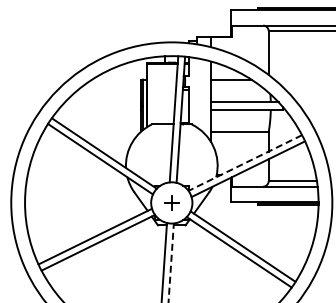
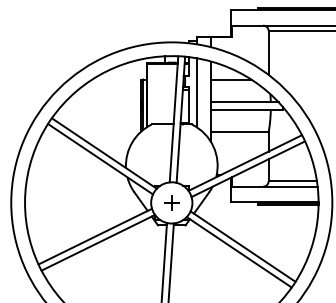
line at (197, 92): none -> present
line at (244, 163): dashed -> solid
line at (171, 263): dashed -> solid
